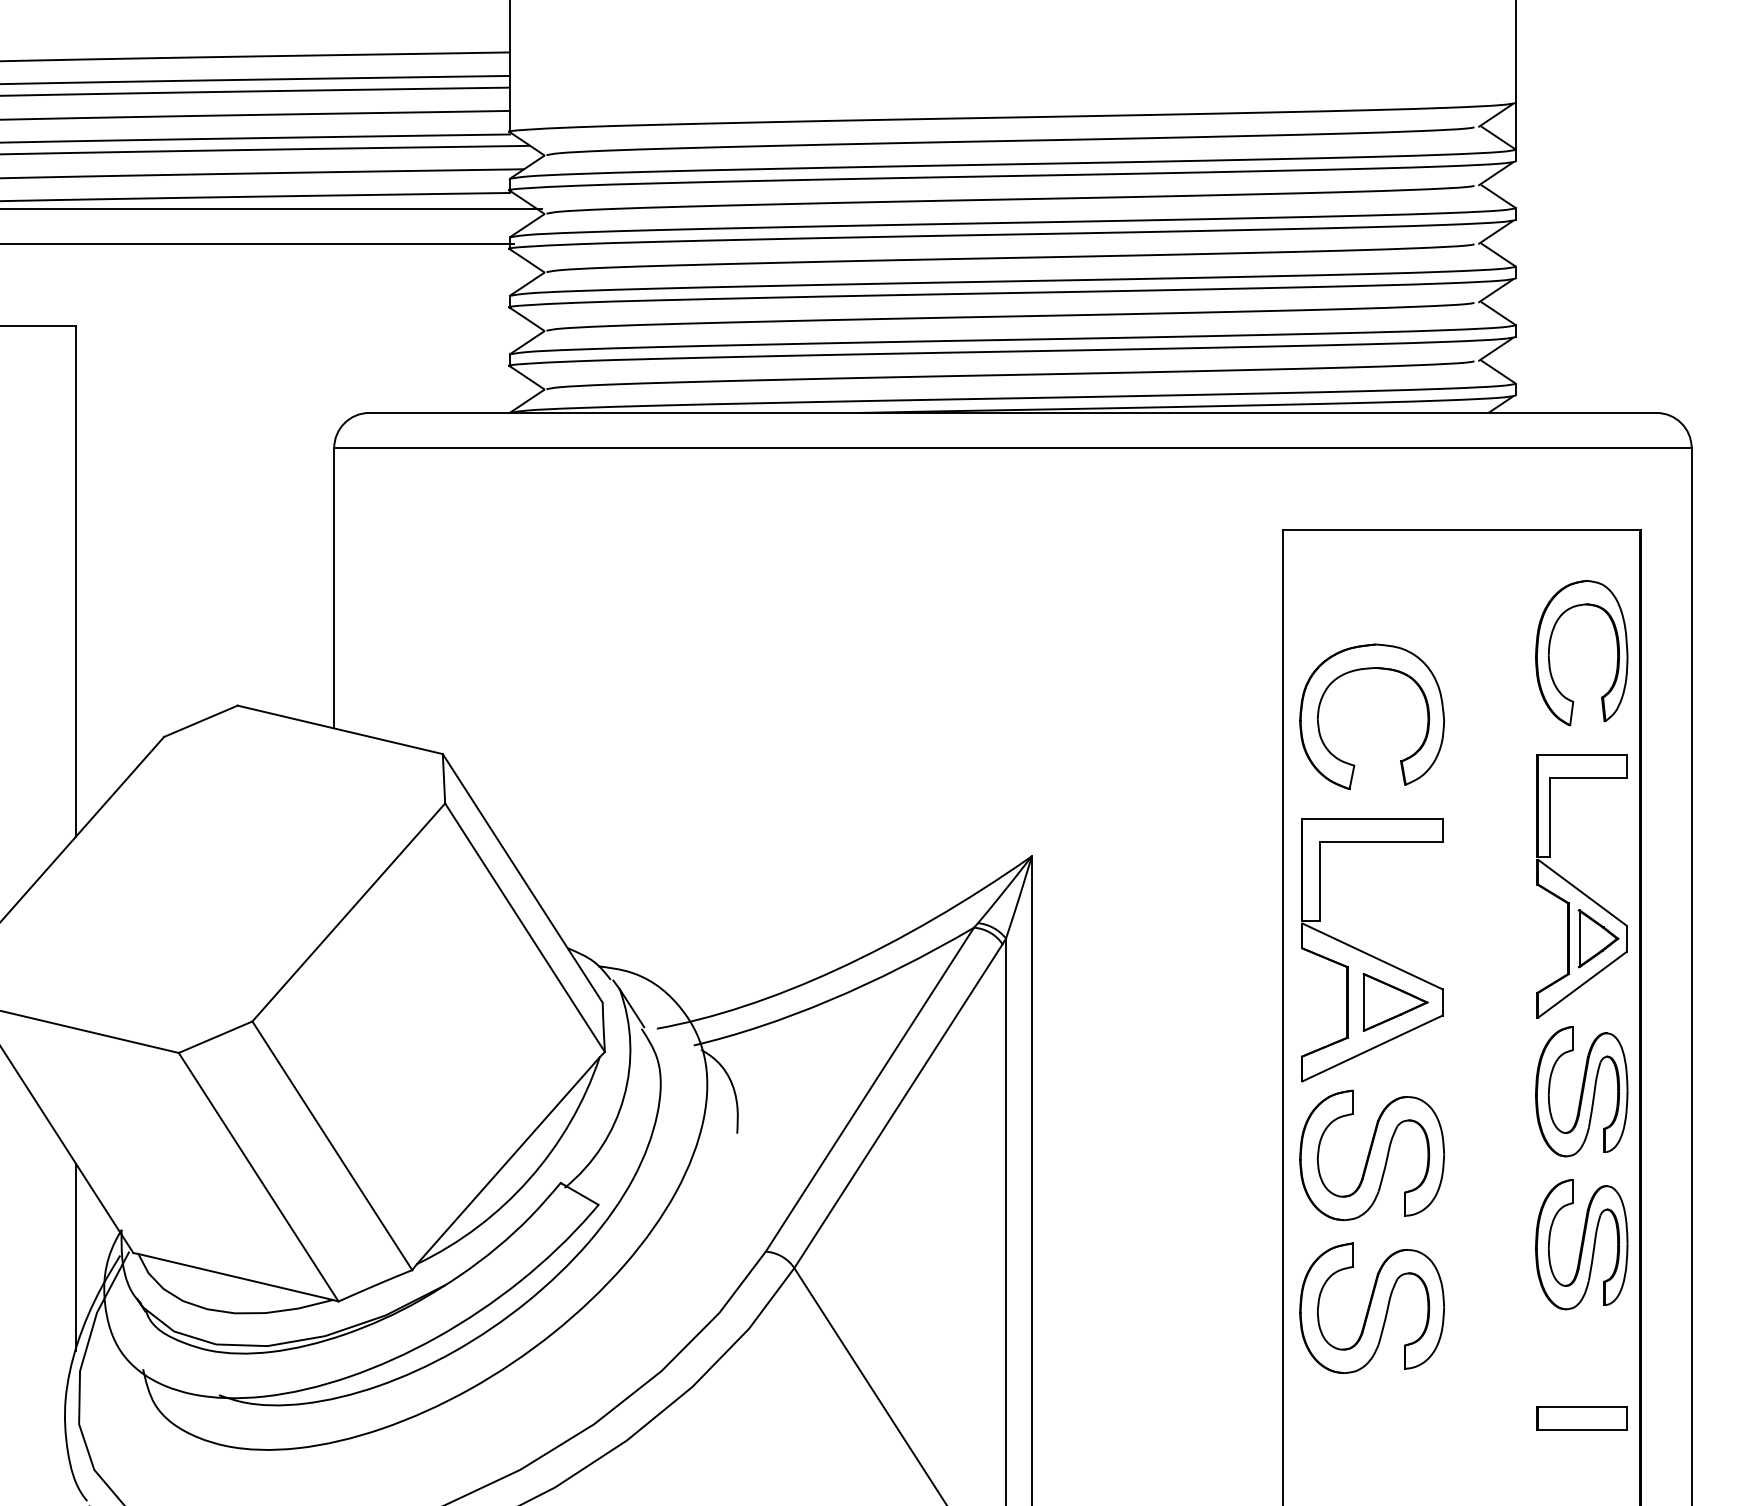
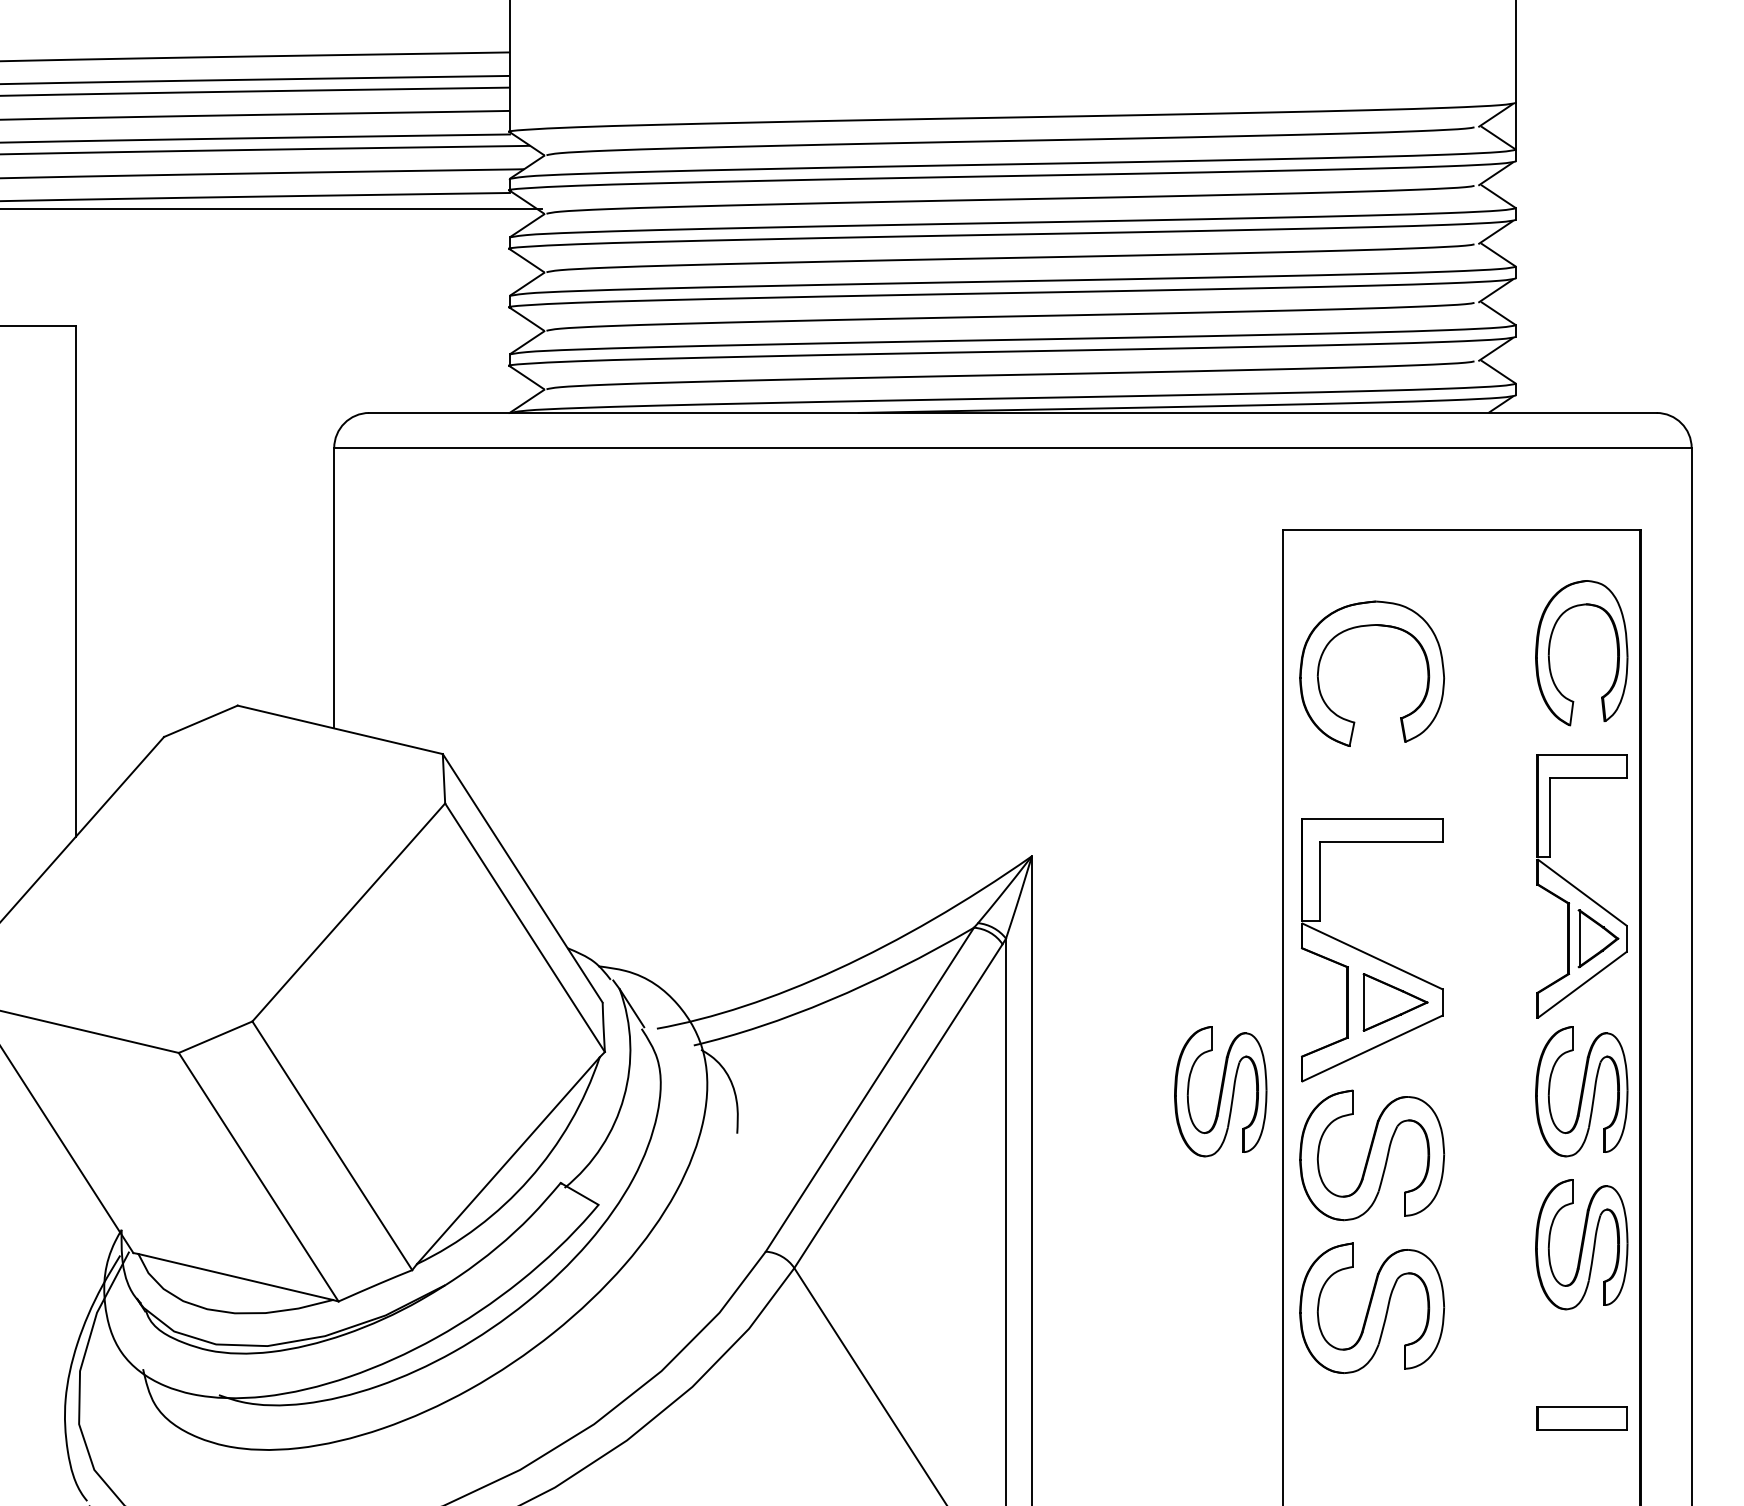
line at (258, 243): present -> none
part at (1371, 669) position: (1371, 669) -> (1371, 626)
part at (1220, 1091): none -> present
line at (75, 1257): present -> none
